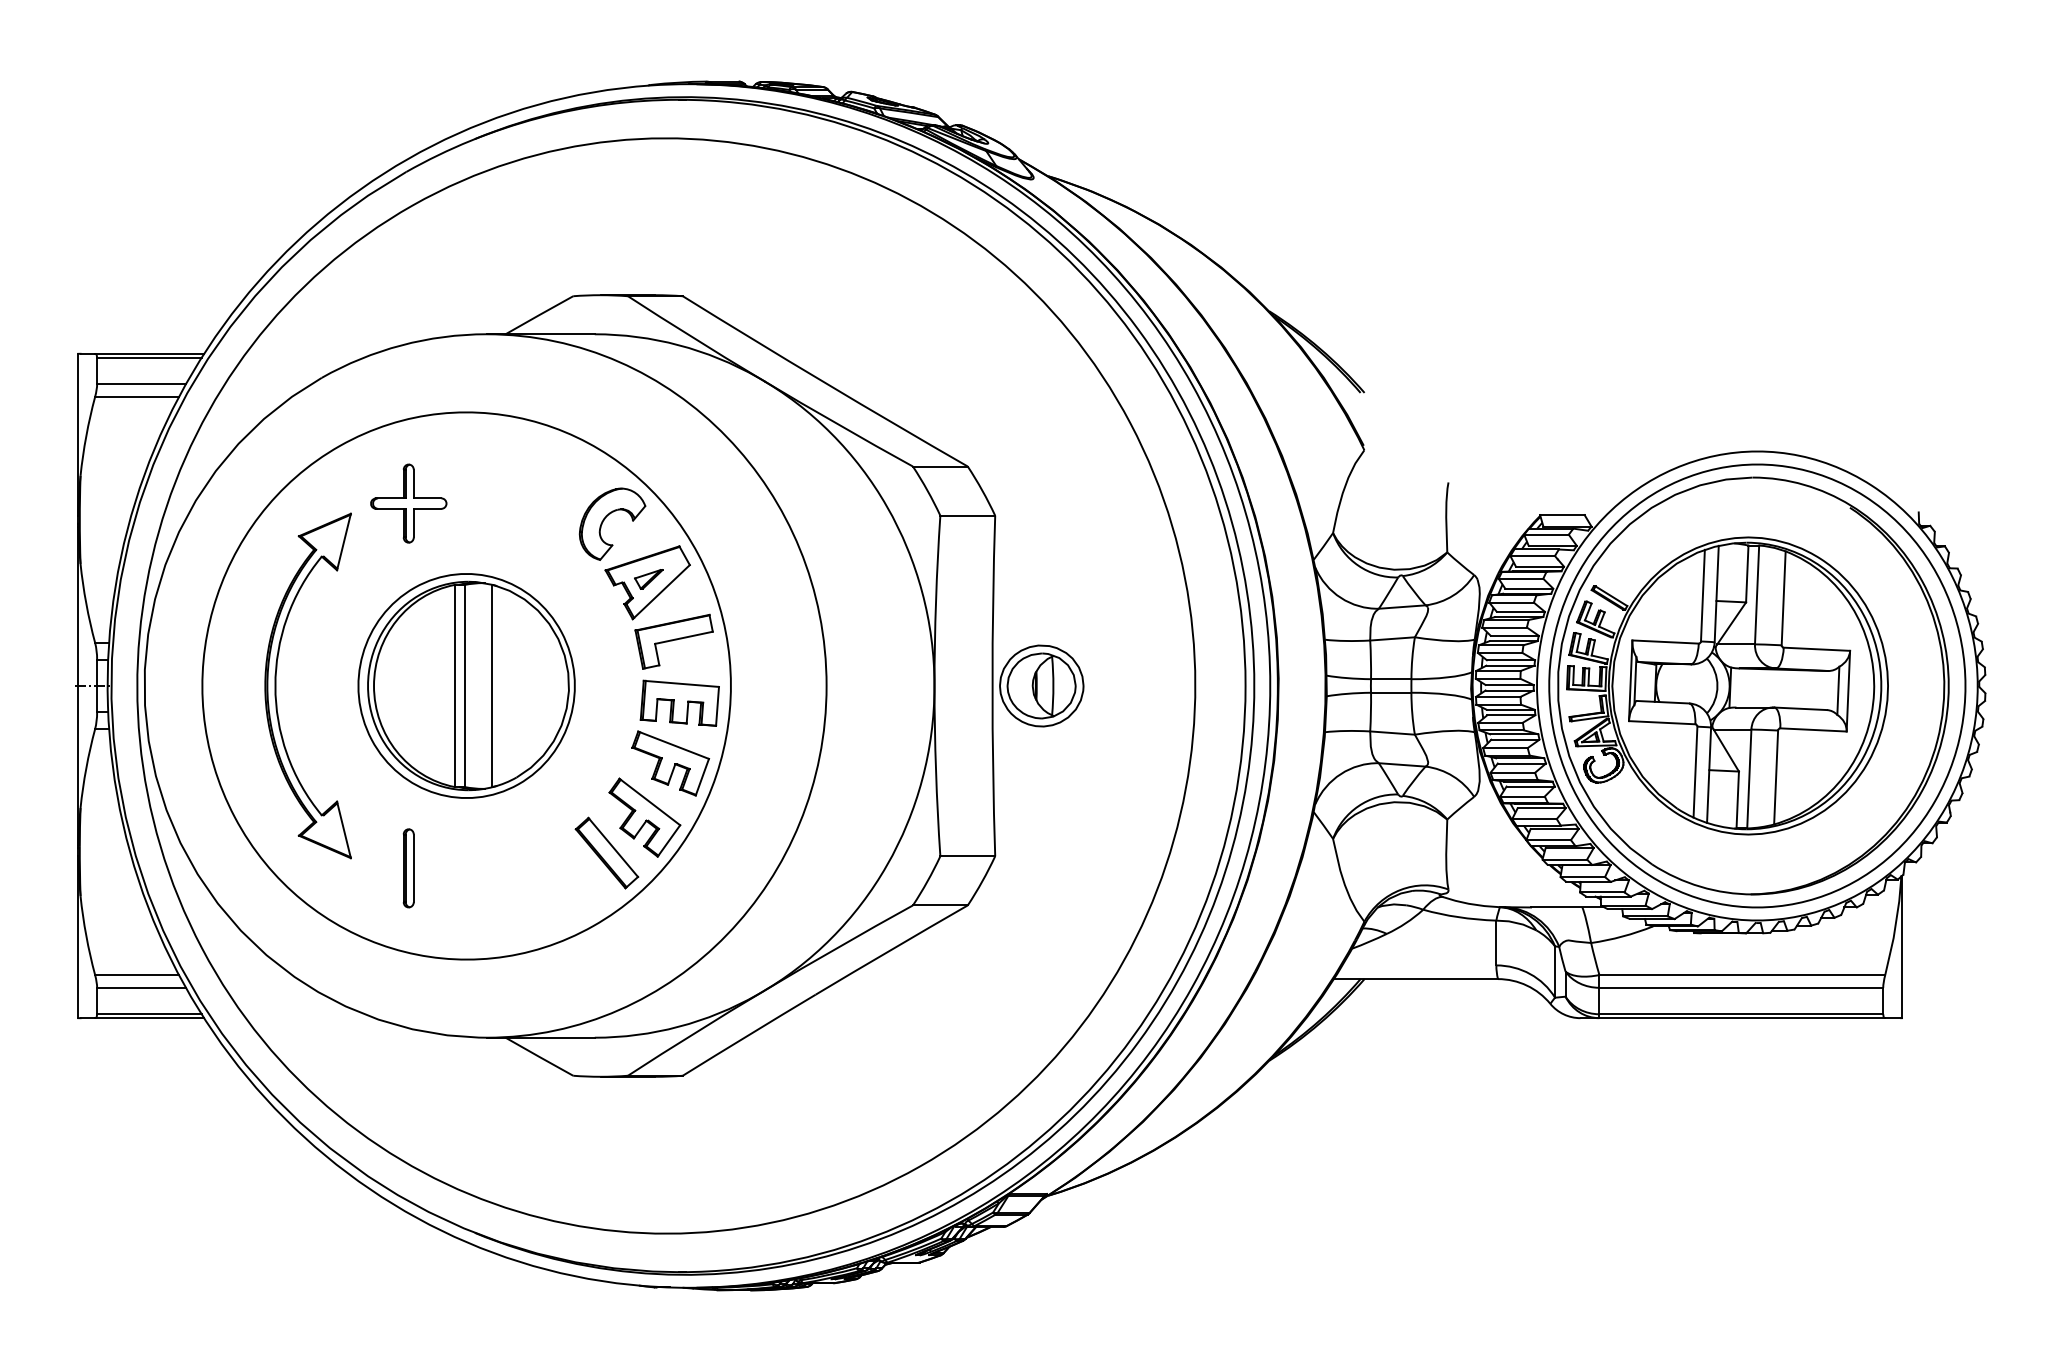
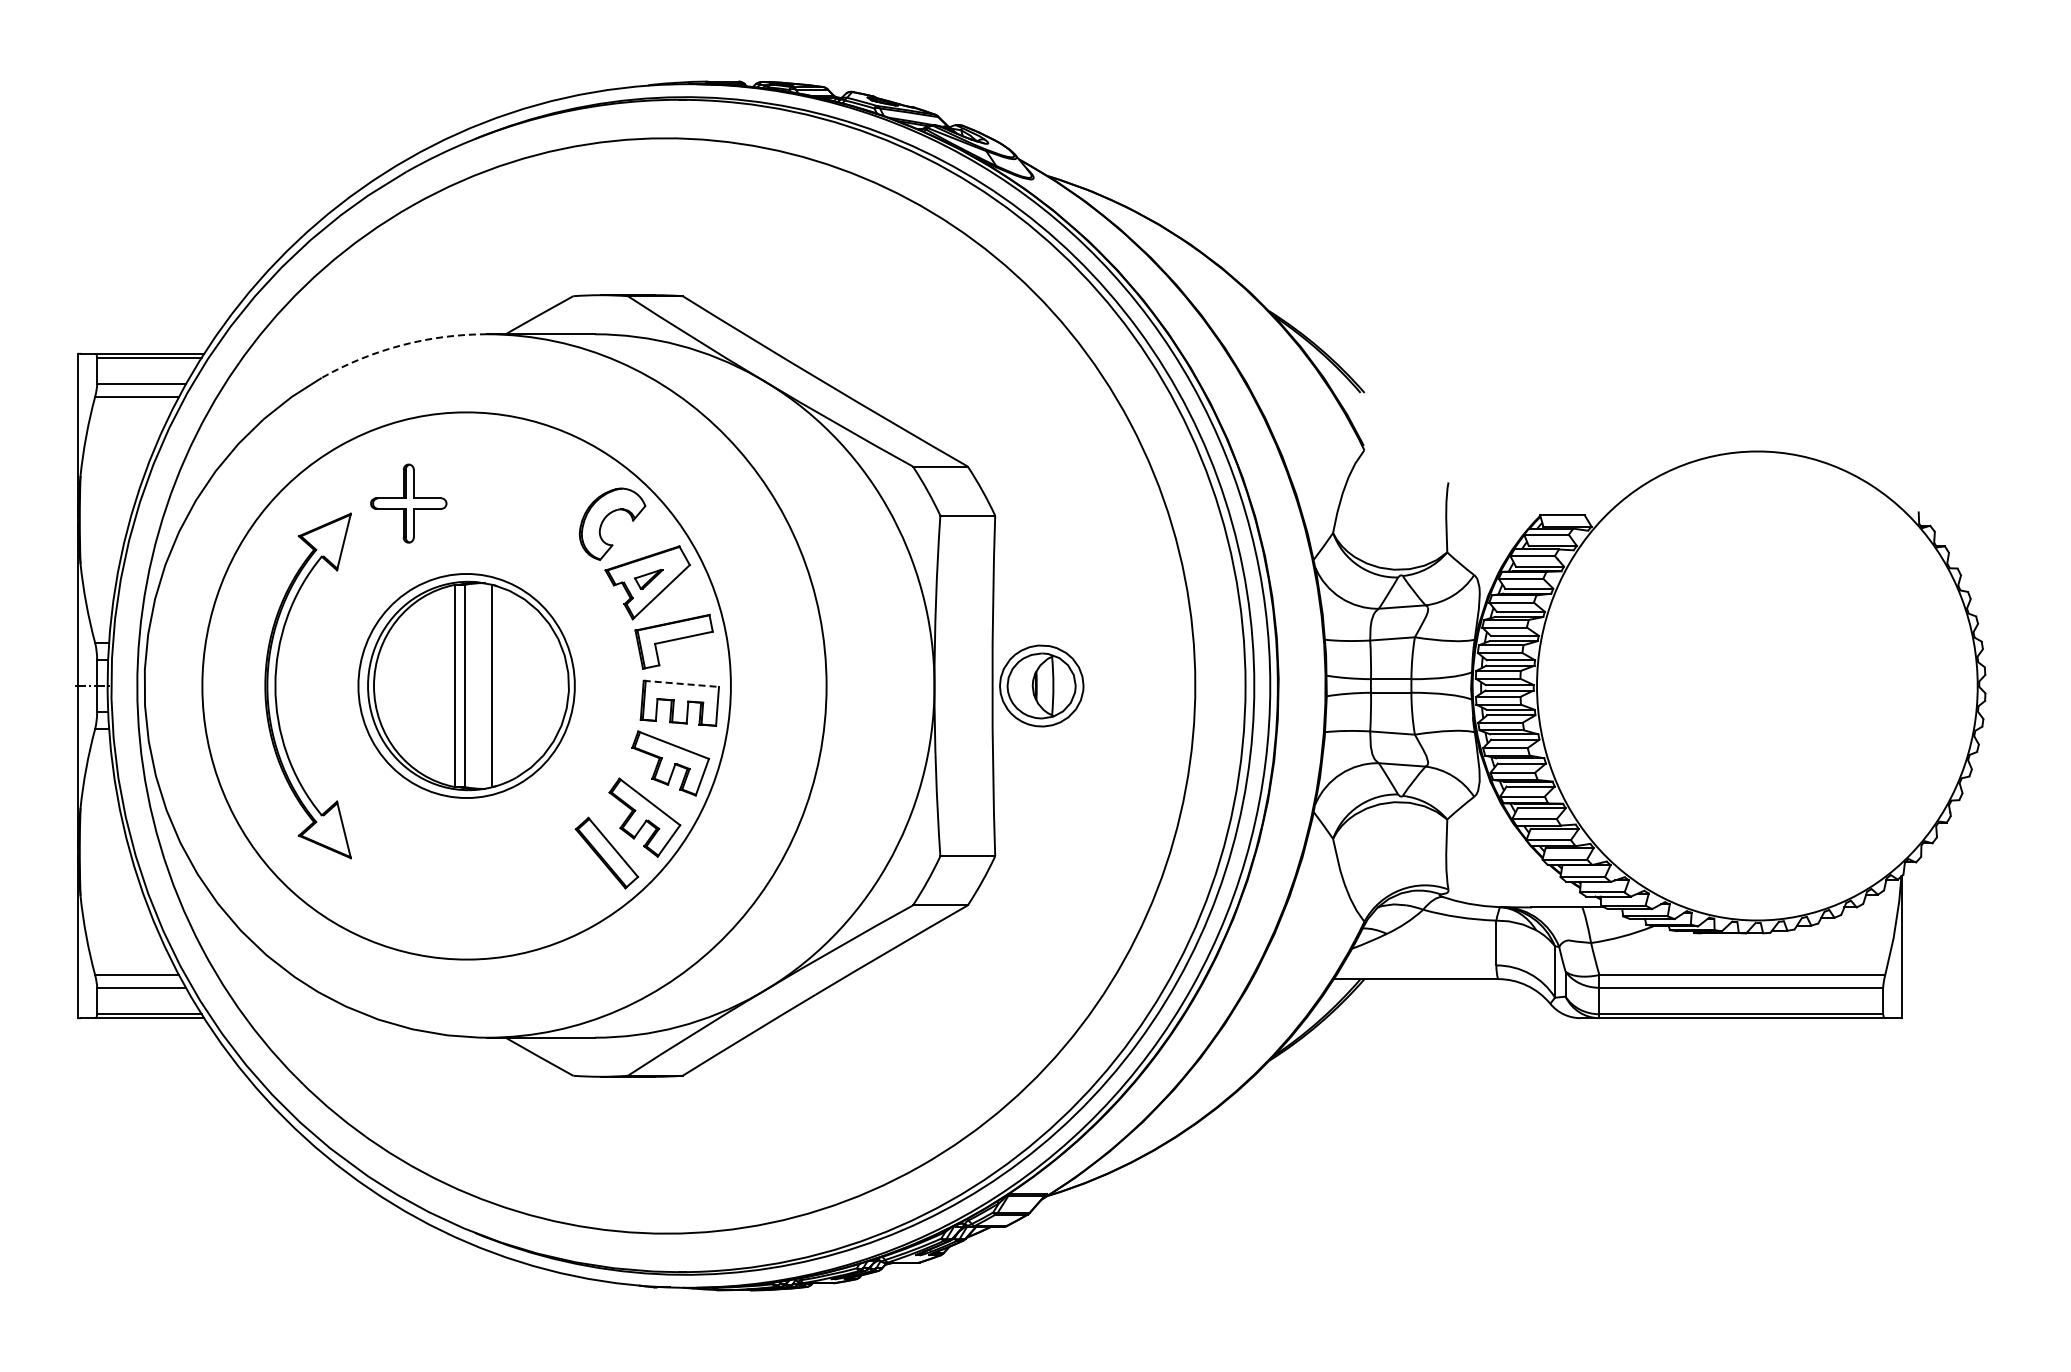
arc at (401, 345): solid -> dashed
line at (681, 683): solid -> dashed
part at (1757, 685): present -> none
part at (408, 868): present -> none
